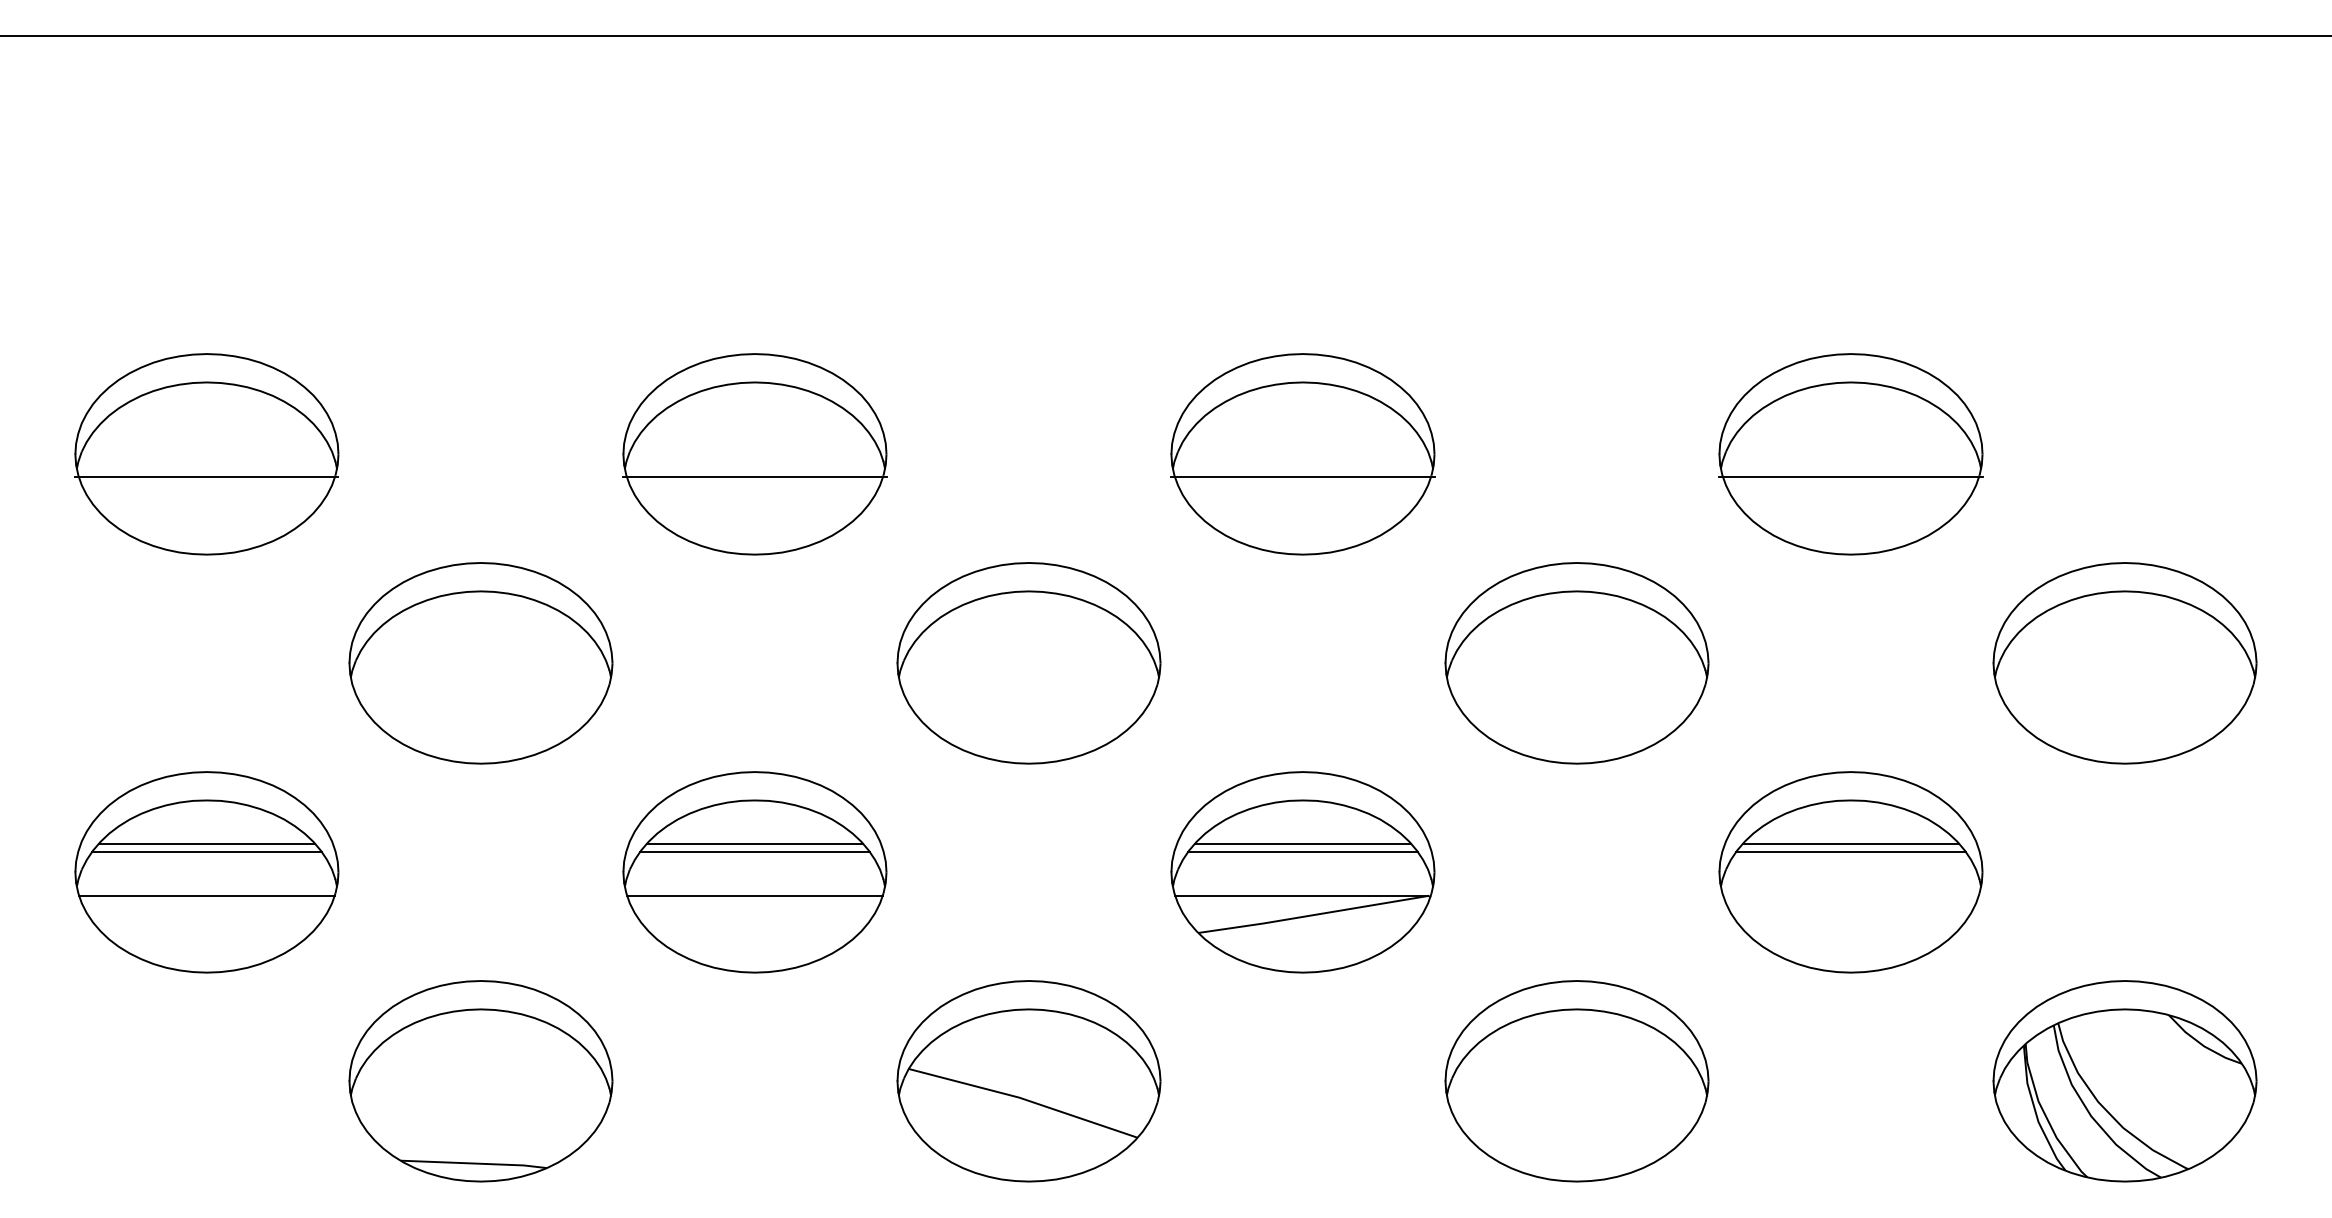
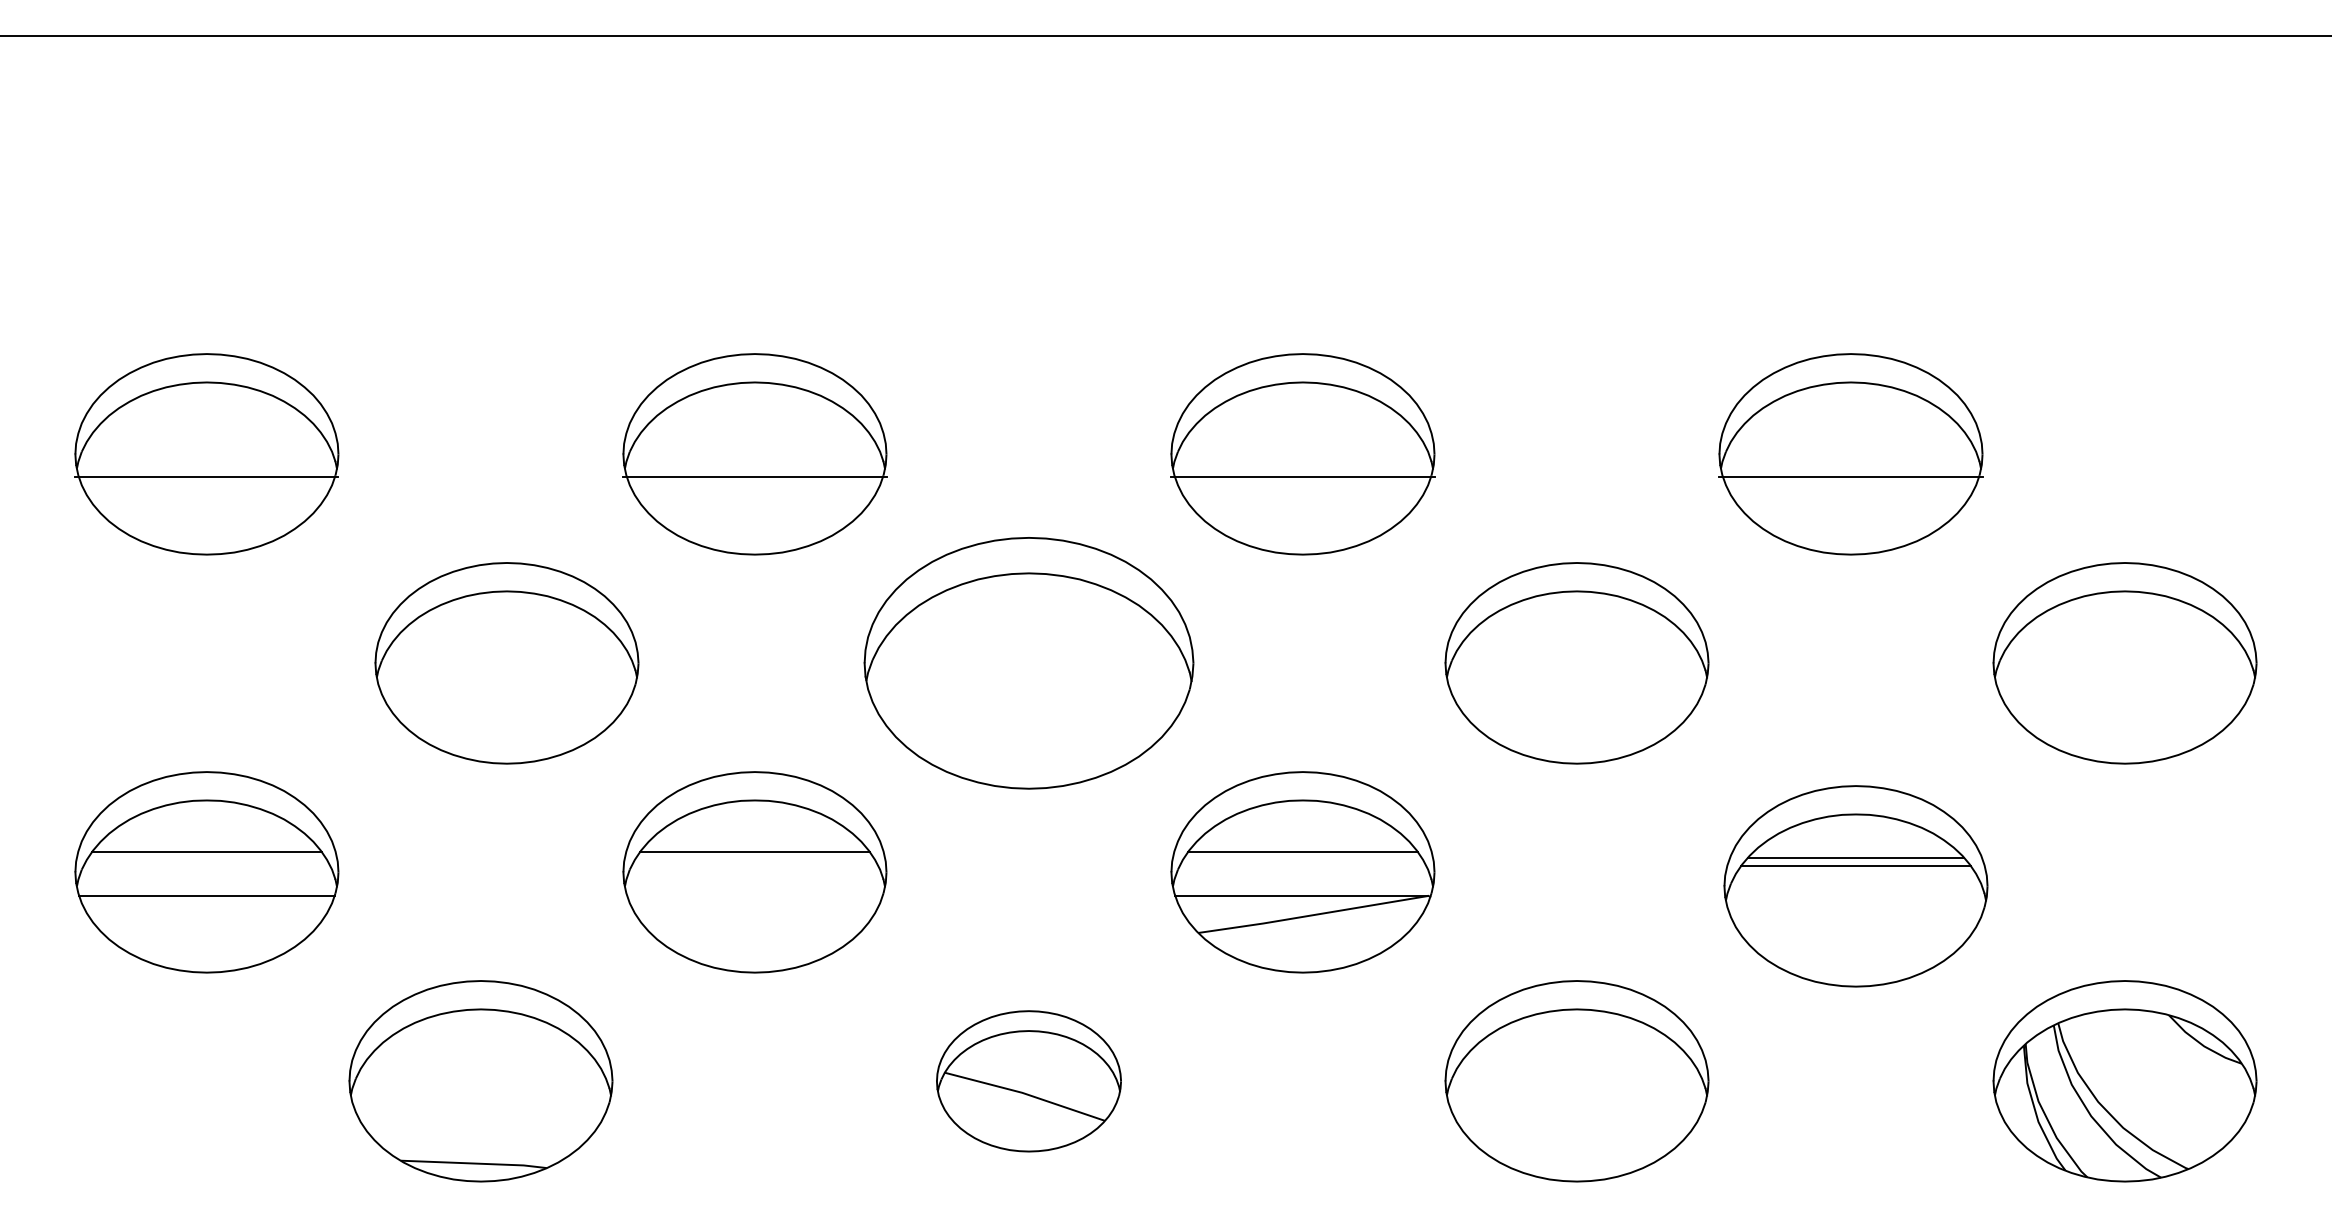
part at (480, 663) position: (480, 663) -> (506, 663)
part at (1028, 663) size: 266x203 px -> 332x253 px
line at (206, 843): present -> none
line at (754, 843): present -> none
line at (1302, 843): present -> none
part at (1850, 872) position: (1850, 872) -> (1855, 886)
line at (754, 895): present -> none
part at (1028, 1081) size: 266x203 px -> 186x143 px
